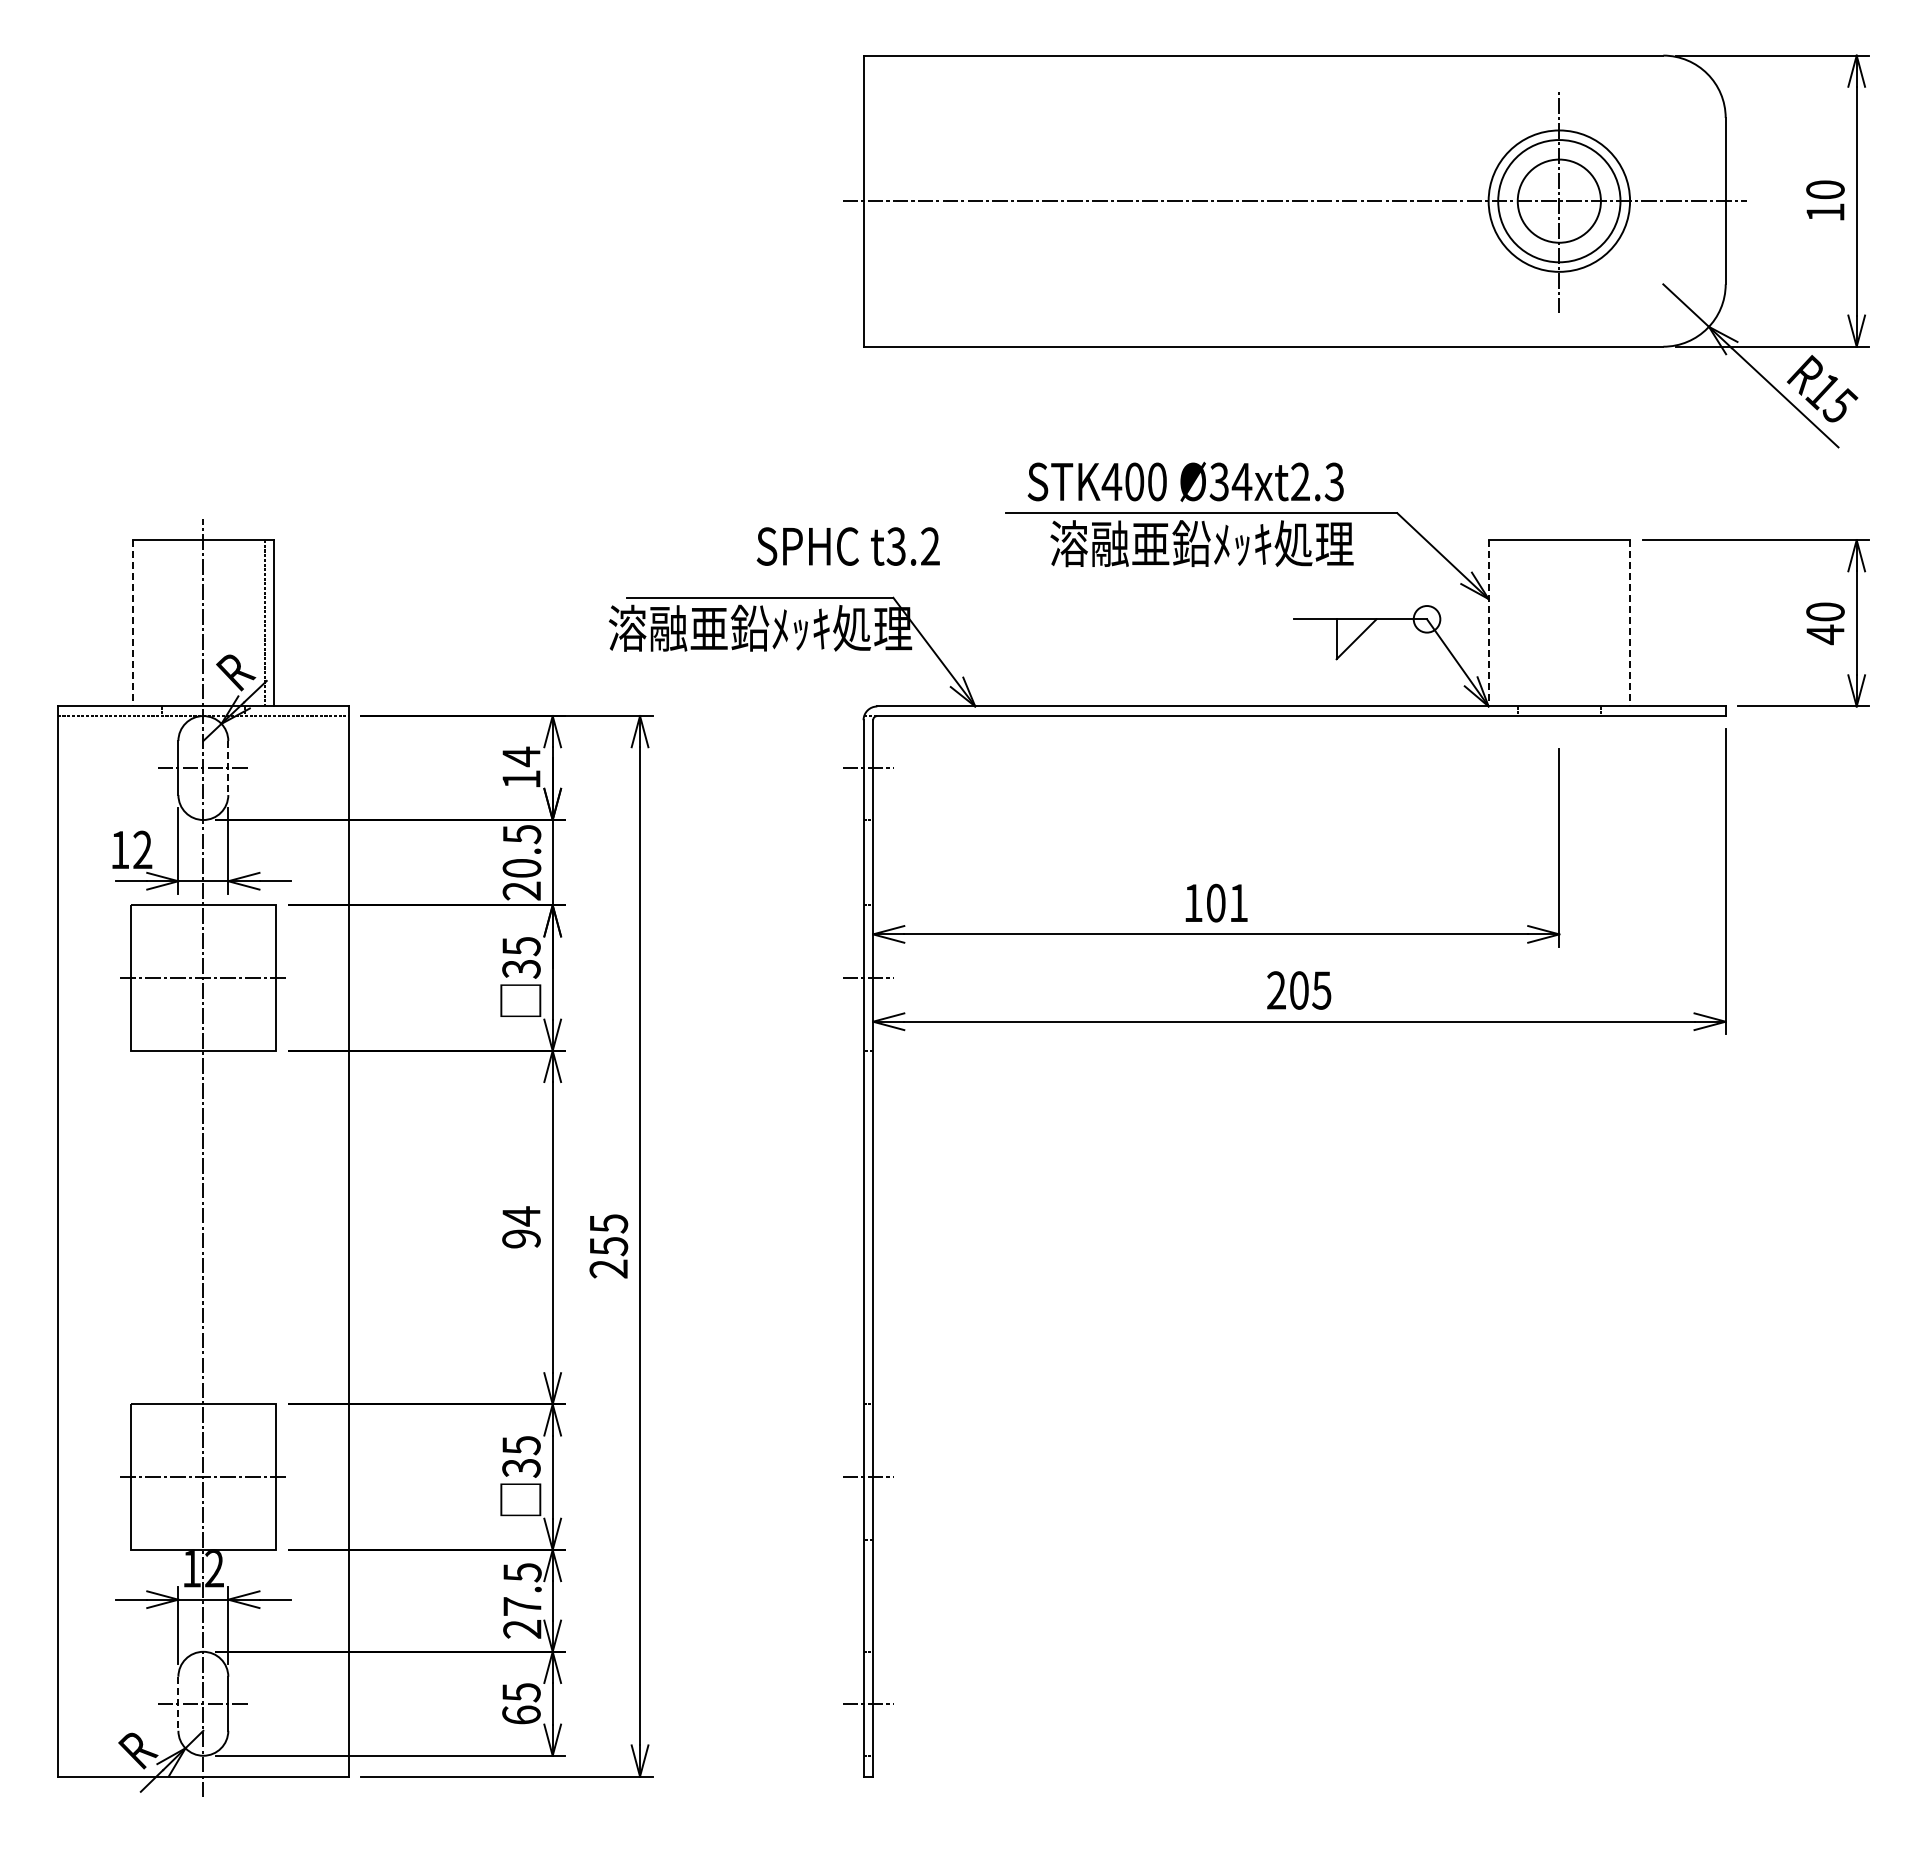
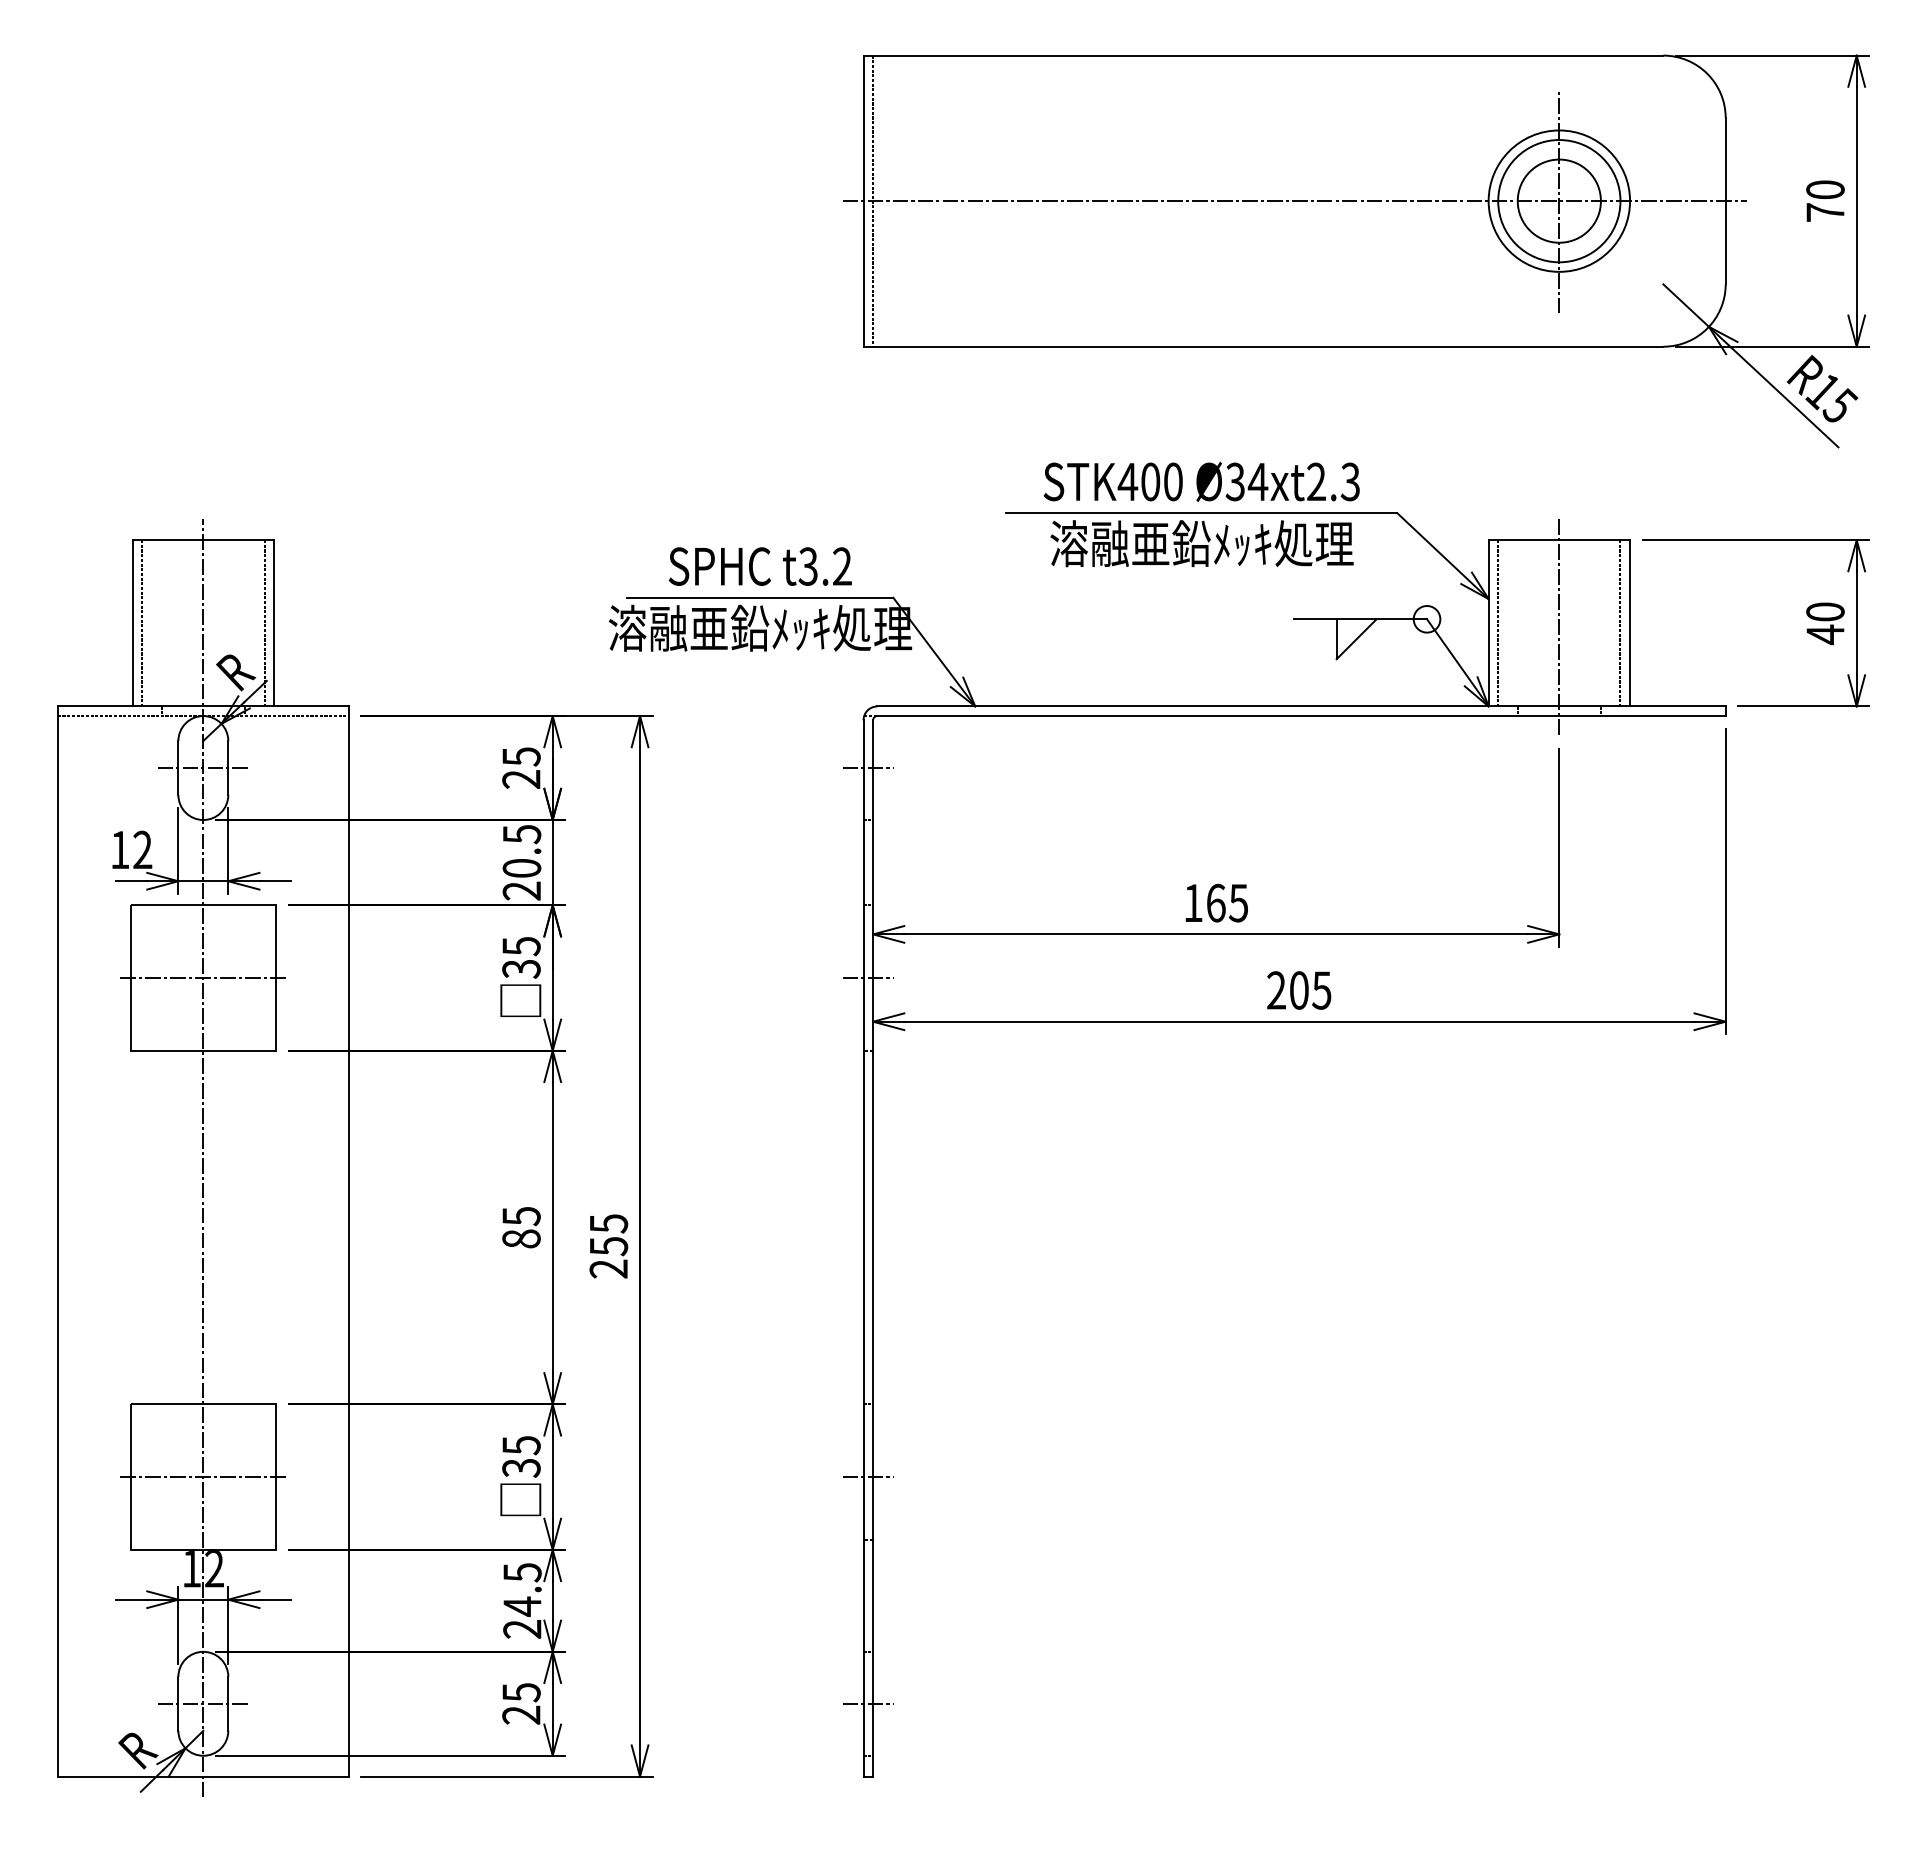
line at (873, 200): none -> present
text at (1825, 212): 10 -> 70
text at (1185, 481) position: (1185, 481) -> (1201, 481)
text at (847, 546) position: (847, 546) -> (759, 566)
line at (132, 623): dashed -> solid
line at (142, 623): none -> present
line at (1488, 623): dashed -> solid
line at (1498, 623): none -> present
line at (1620, 623): none -> present
line at (1630, 623): dashed -> solid
line at (1559, 627): none -> present
text at (521, 767): 14 -> 25
line at (228, 768): dashed -> solid
text at (1227, 902): 101 -> 165
text at (521, 1227): 94 -> 85
text at (522, 1606): 27.5 -> 24.5
line at (178, 1704): dashed -> solid
text at (521, 1714): 65 -> 25
